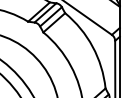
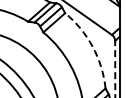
arc at (92, 46): solid -> dashed
line at (115, 68): solid -> dashed
